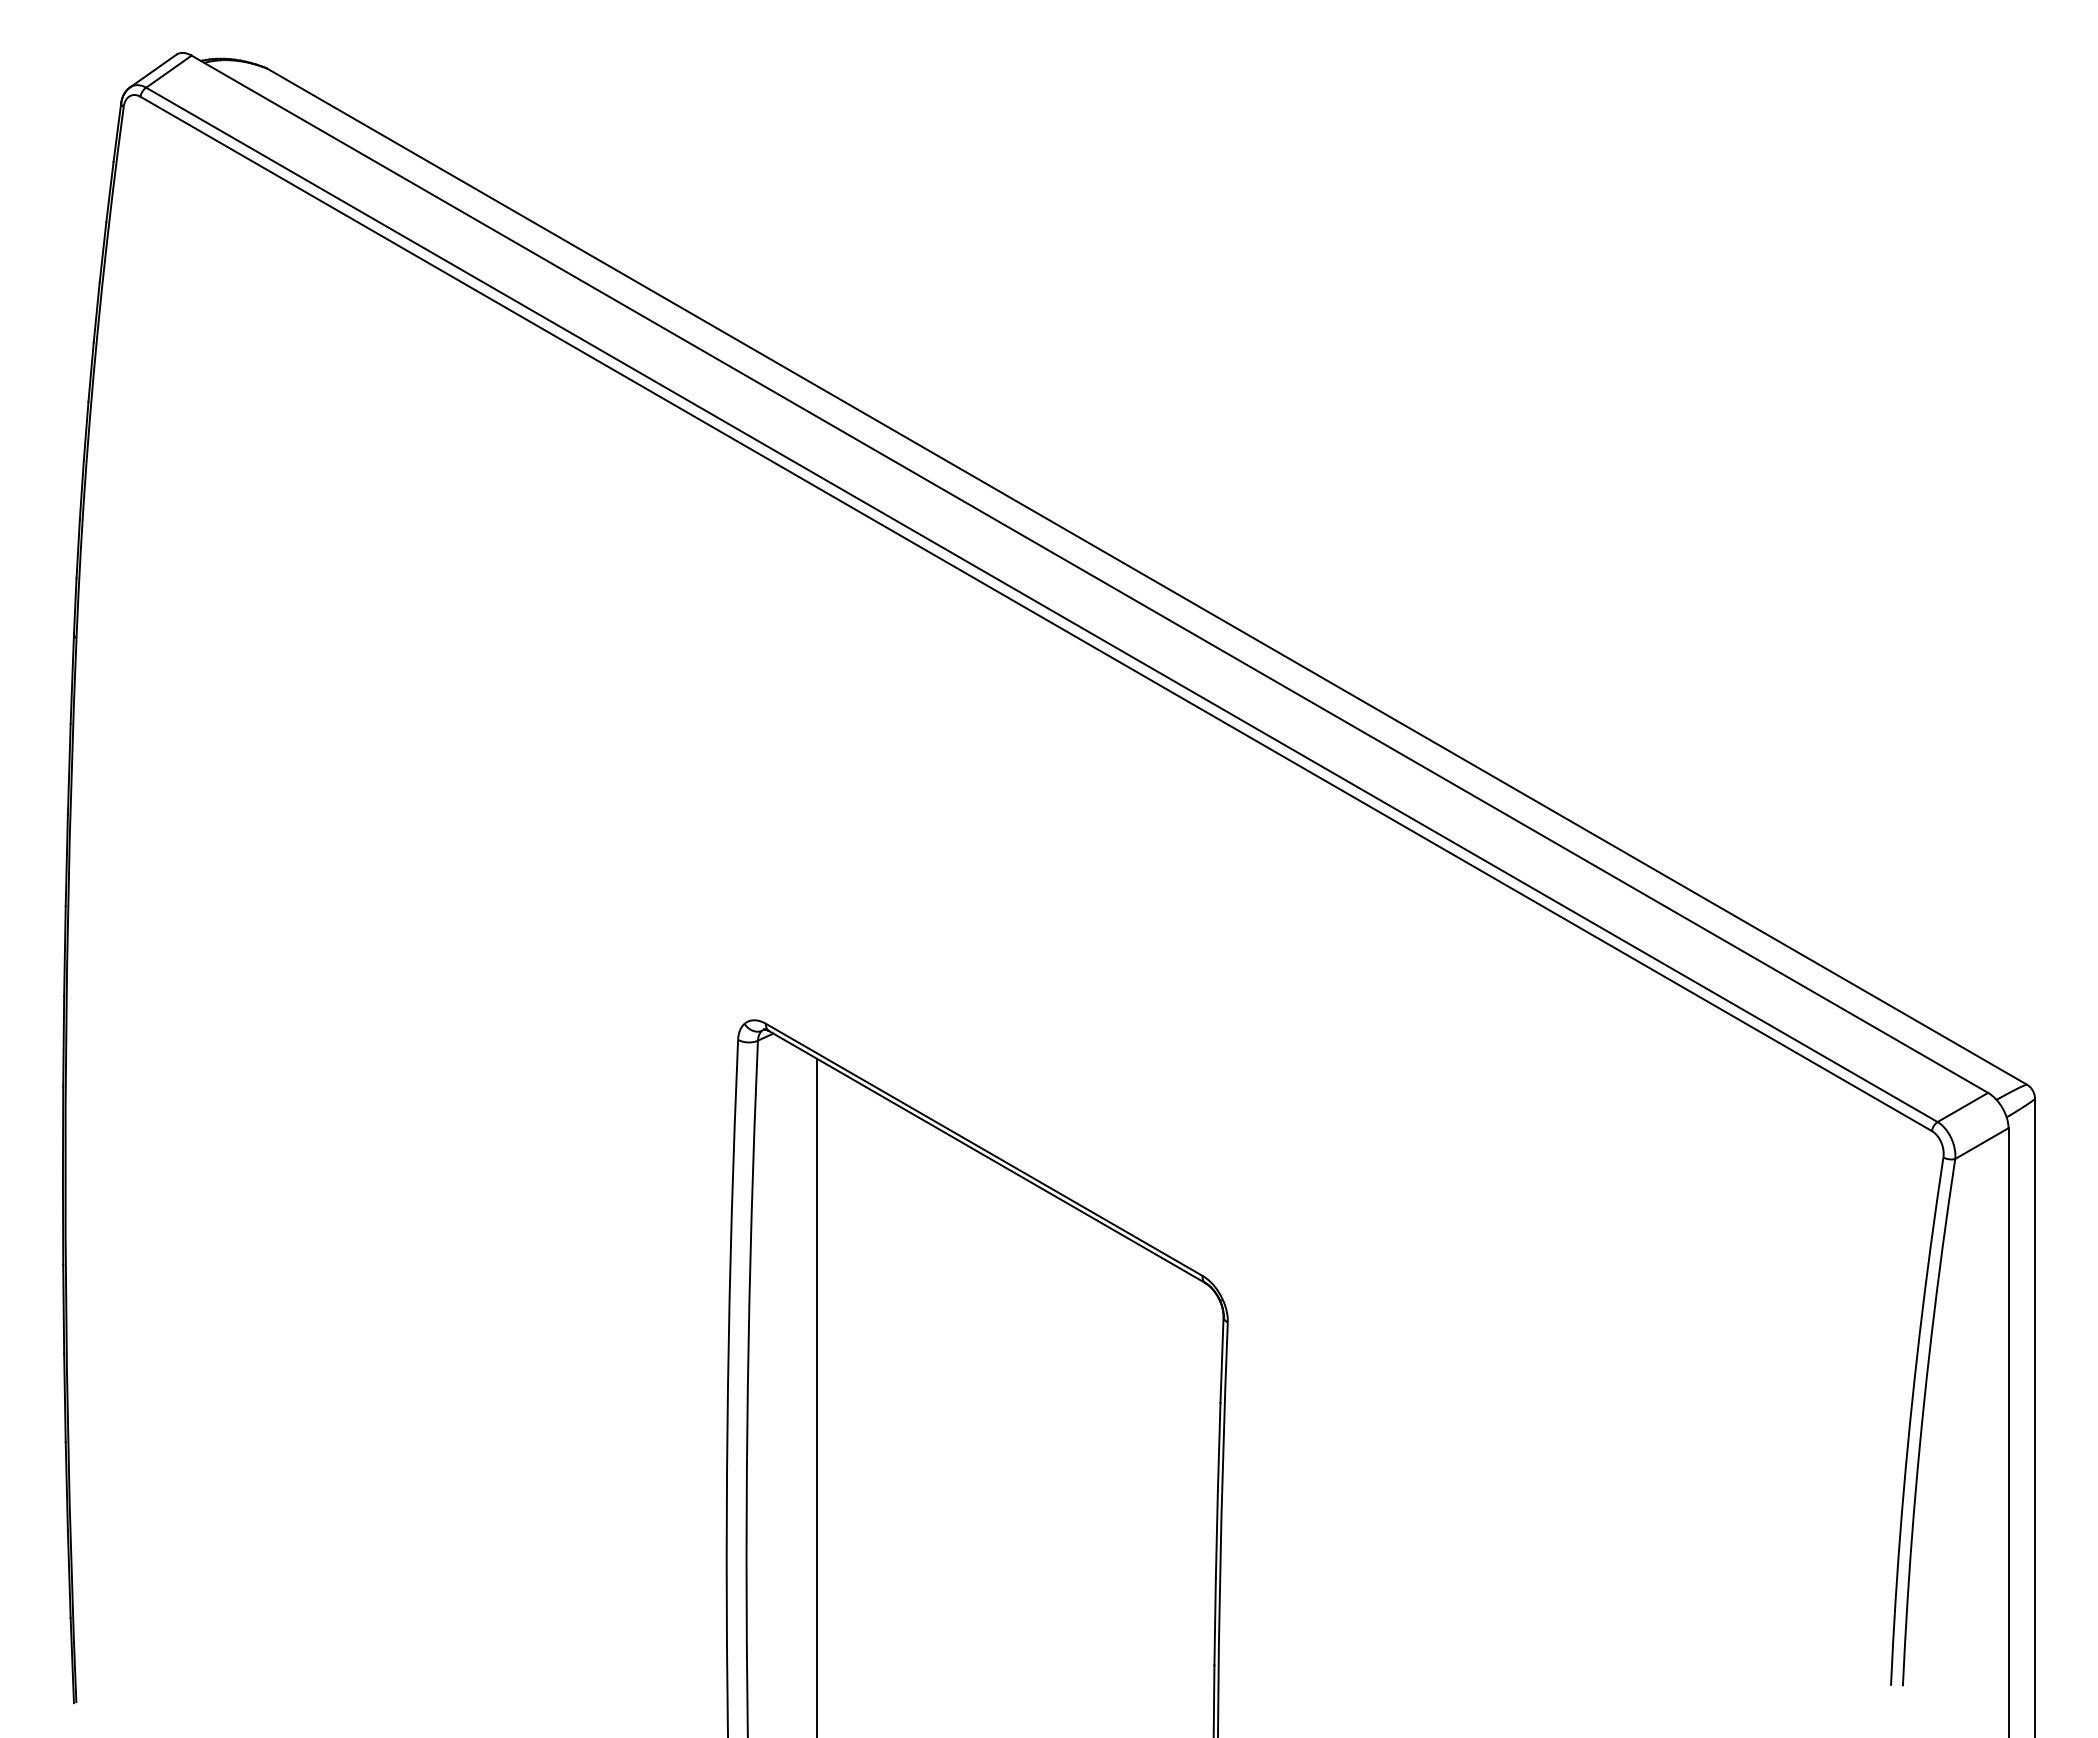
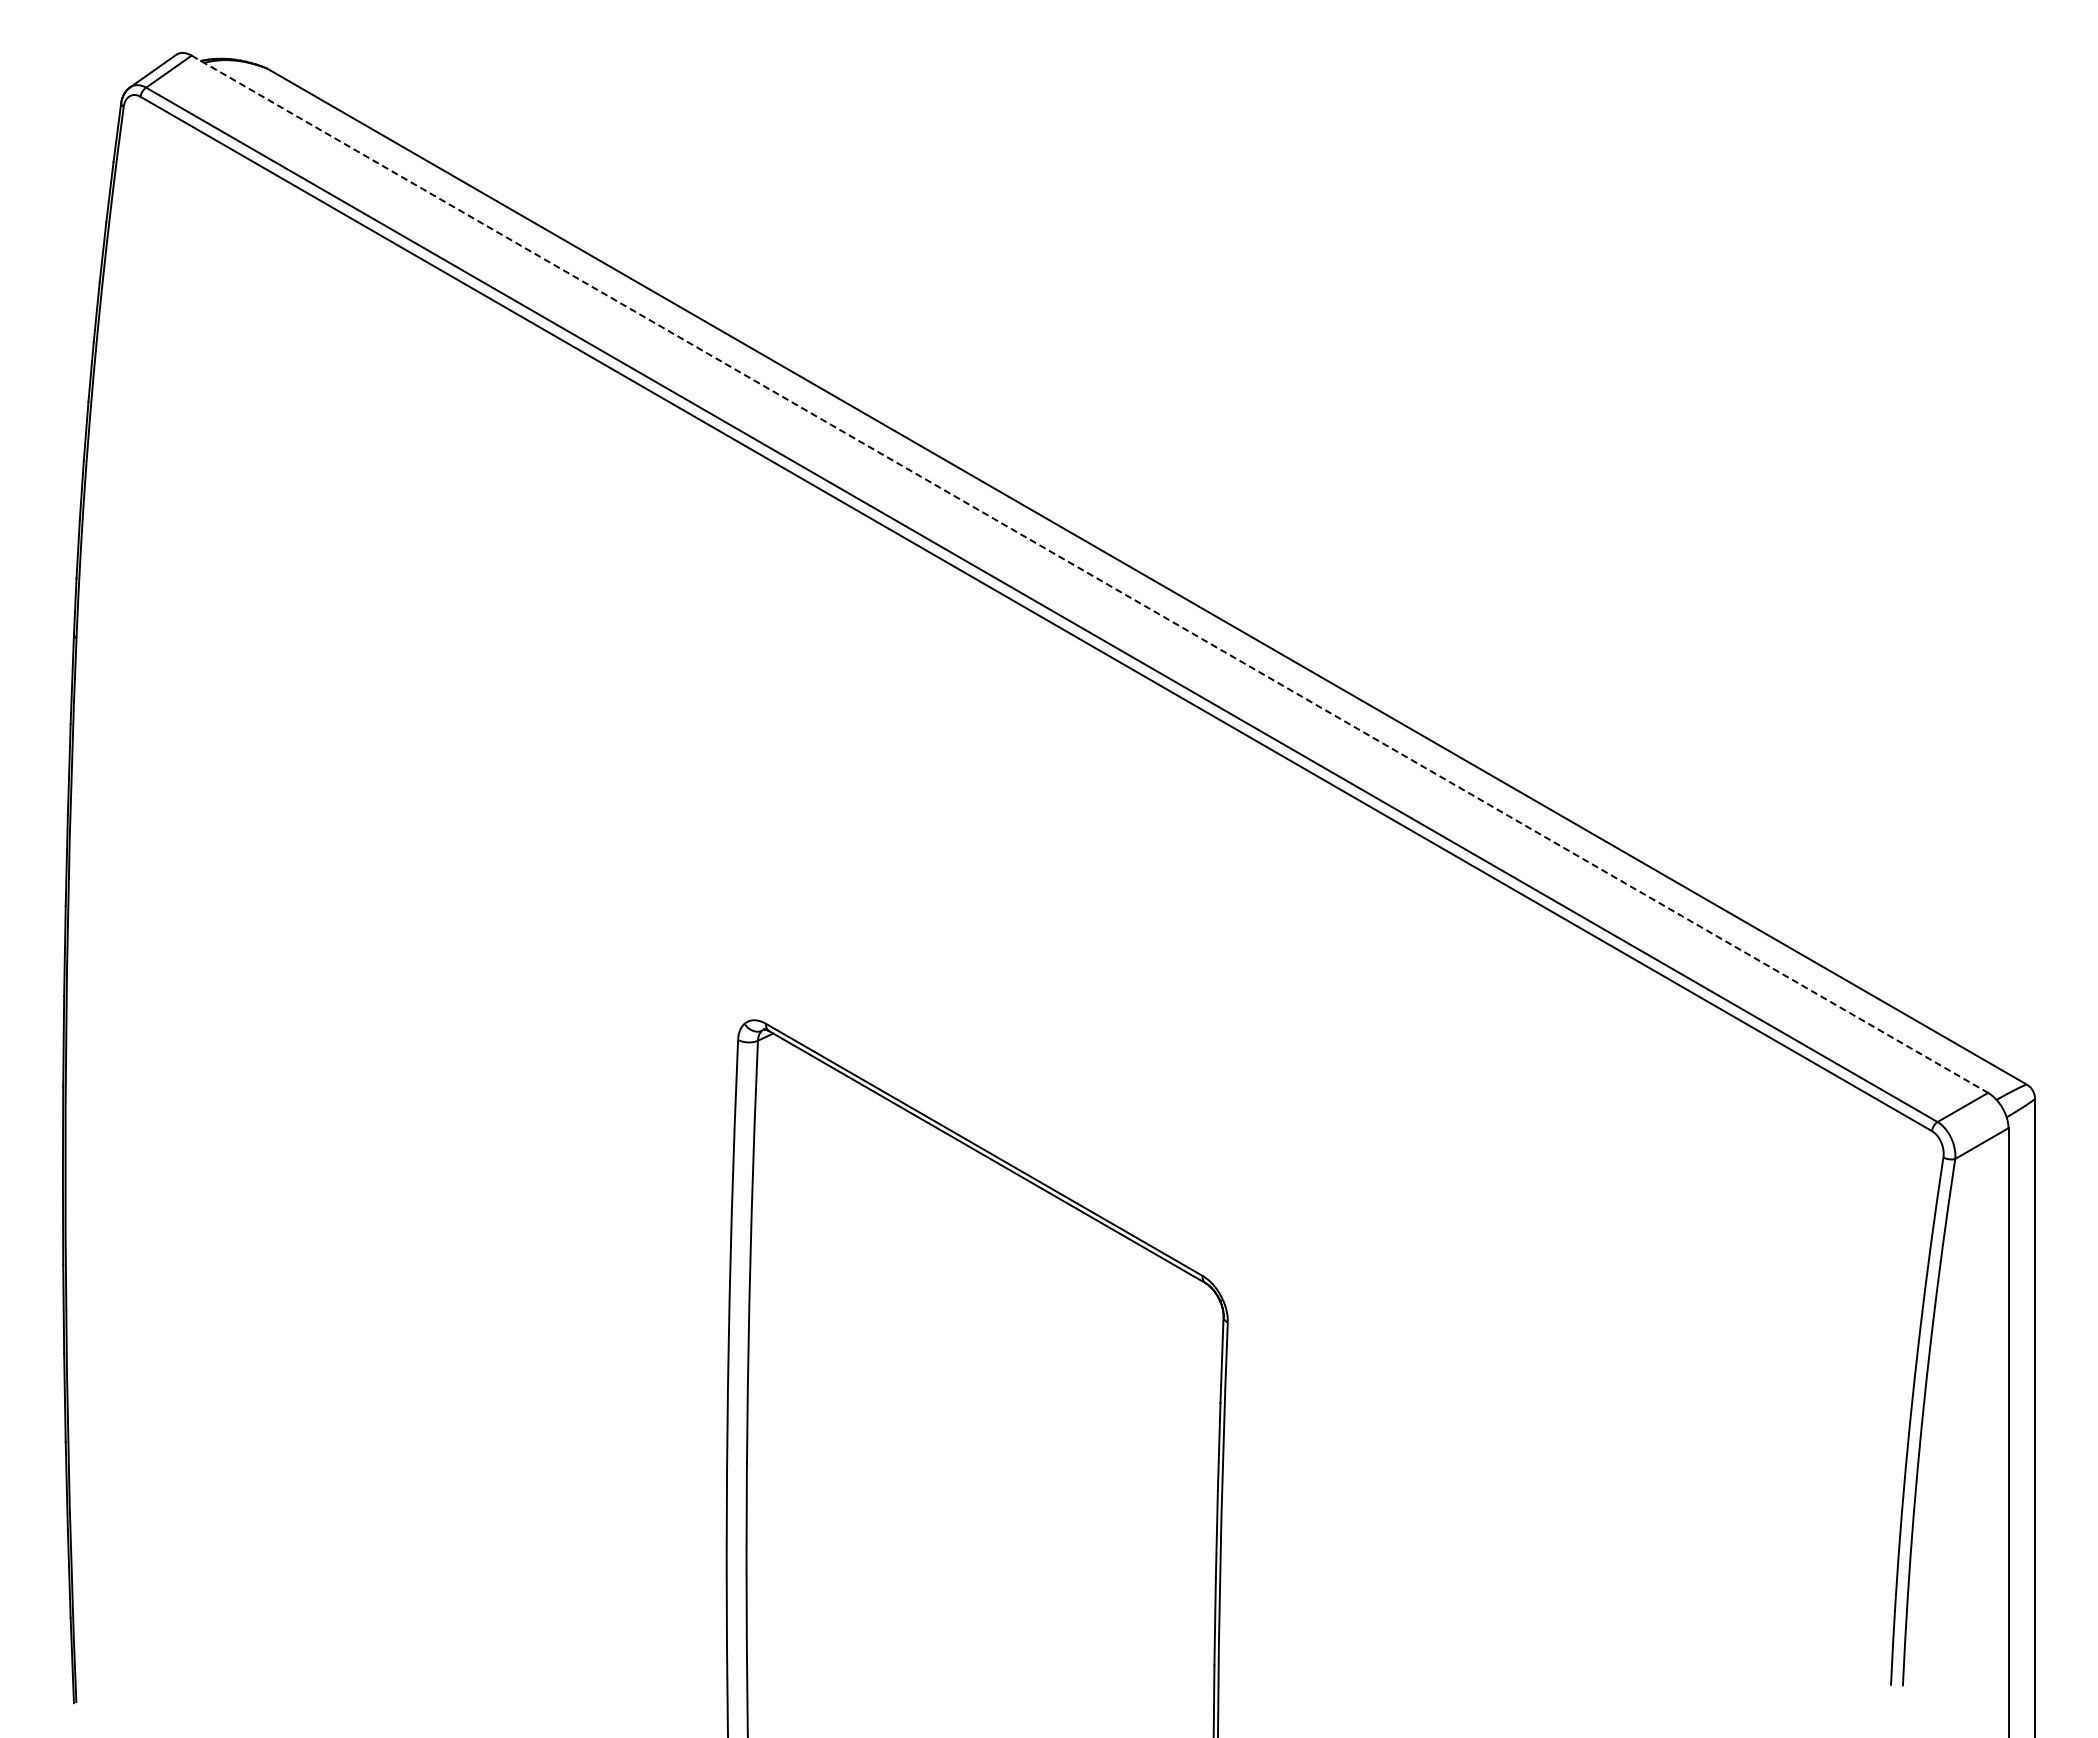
line at (1090, 574): solid -> dashed
line at (817, 1396): present -> none
